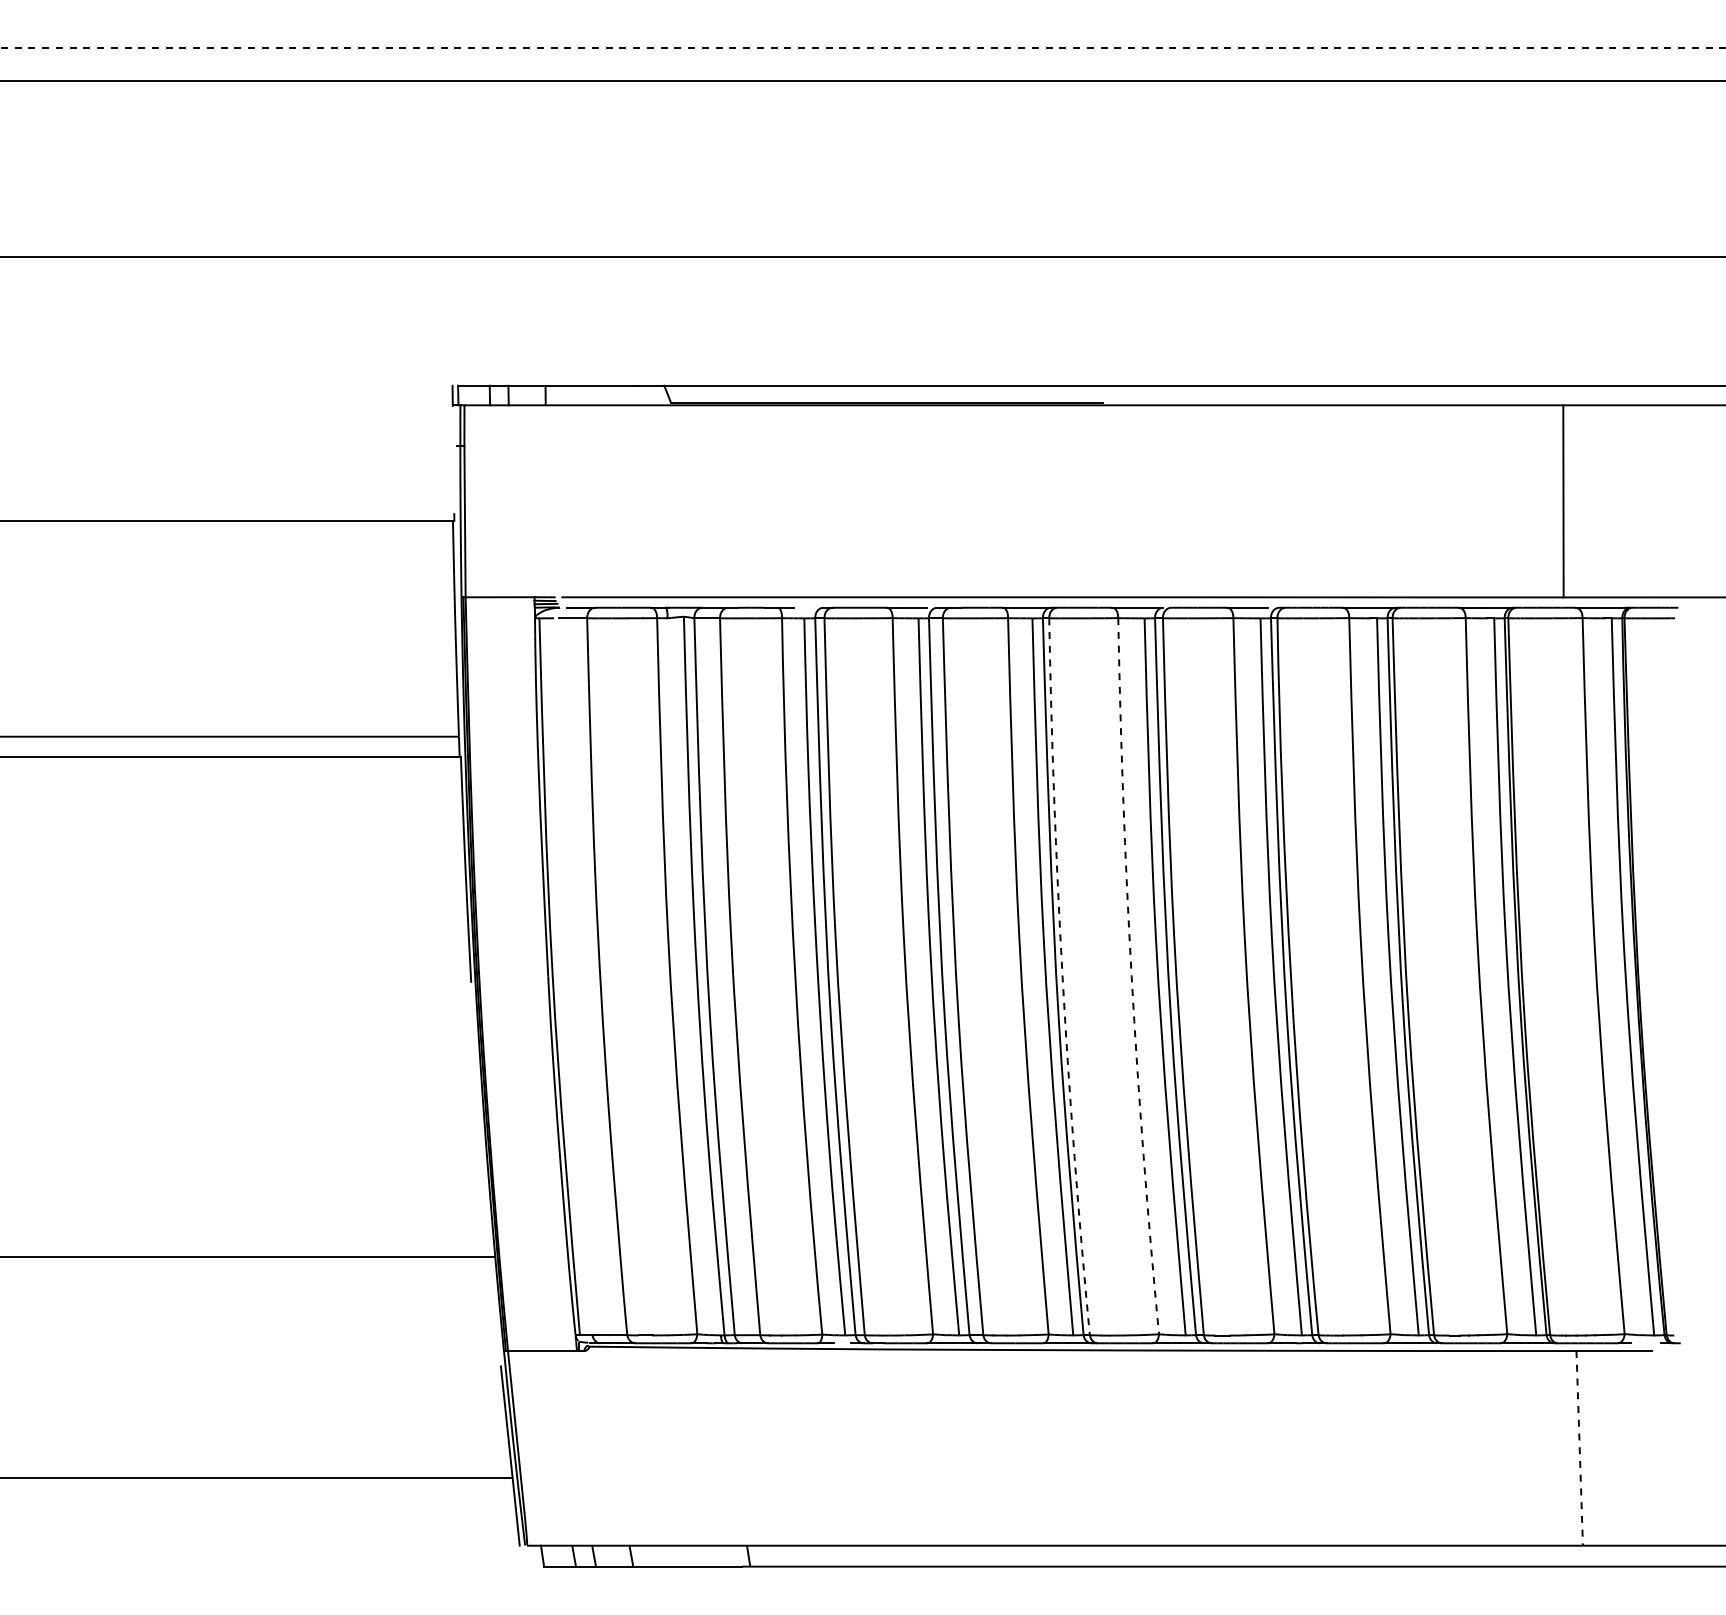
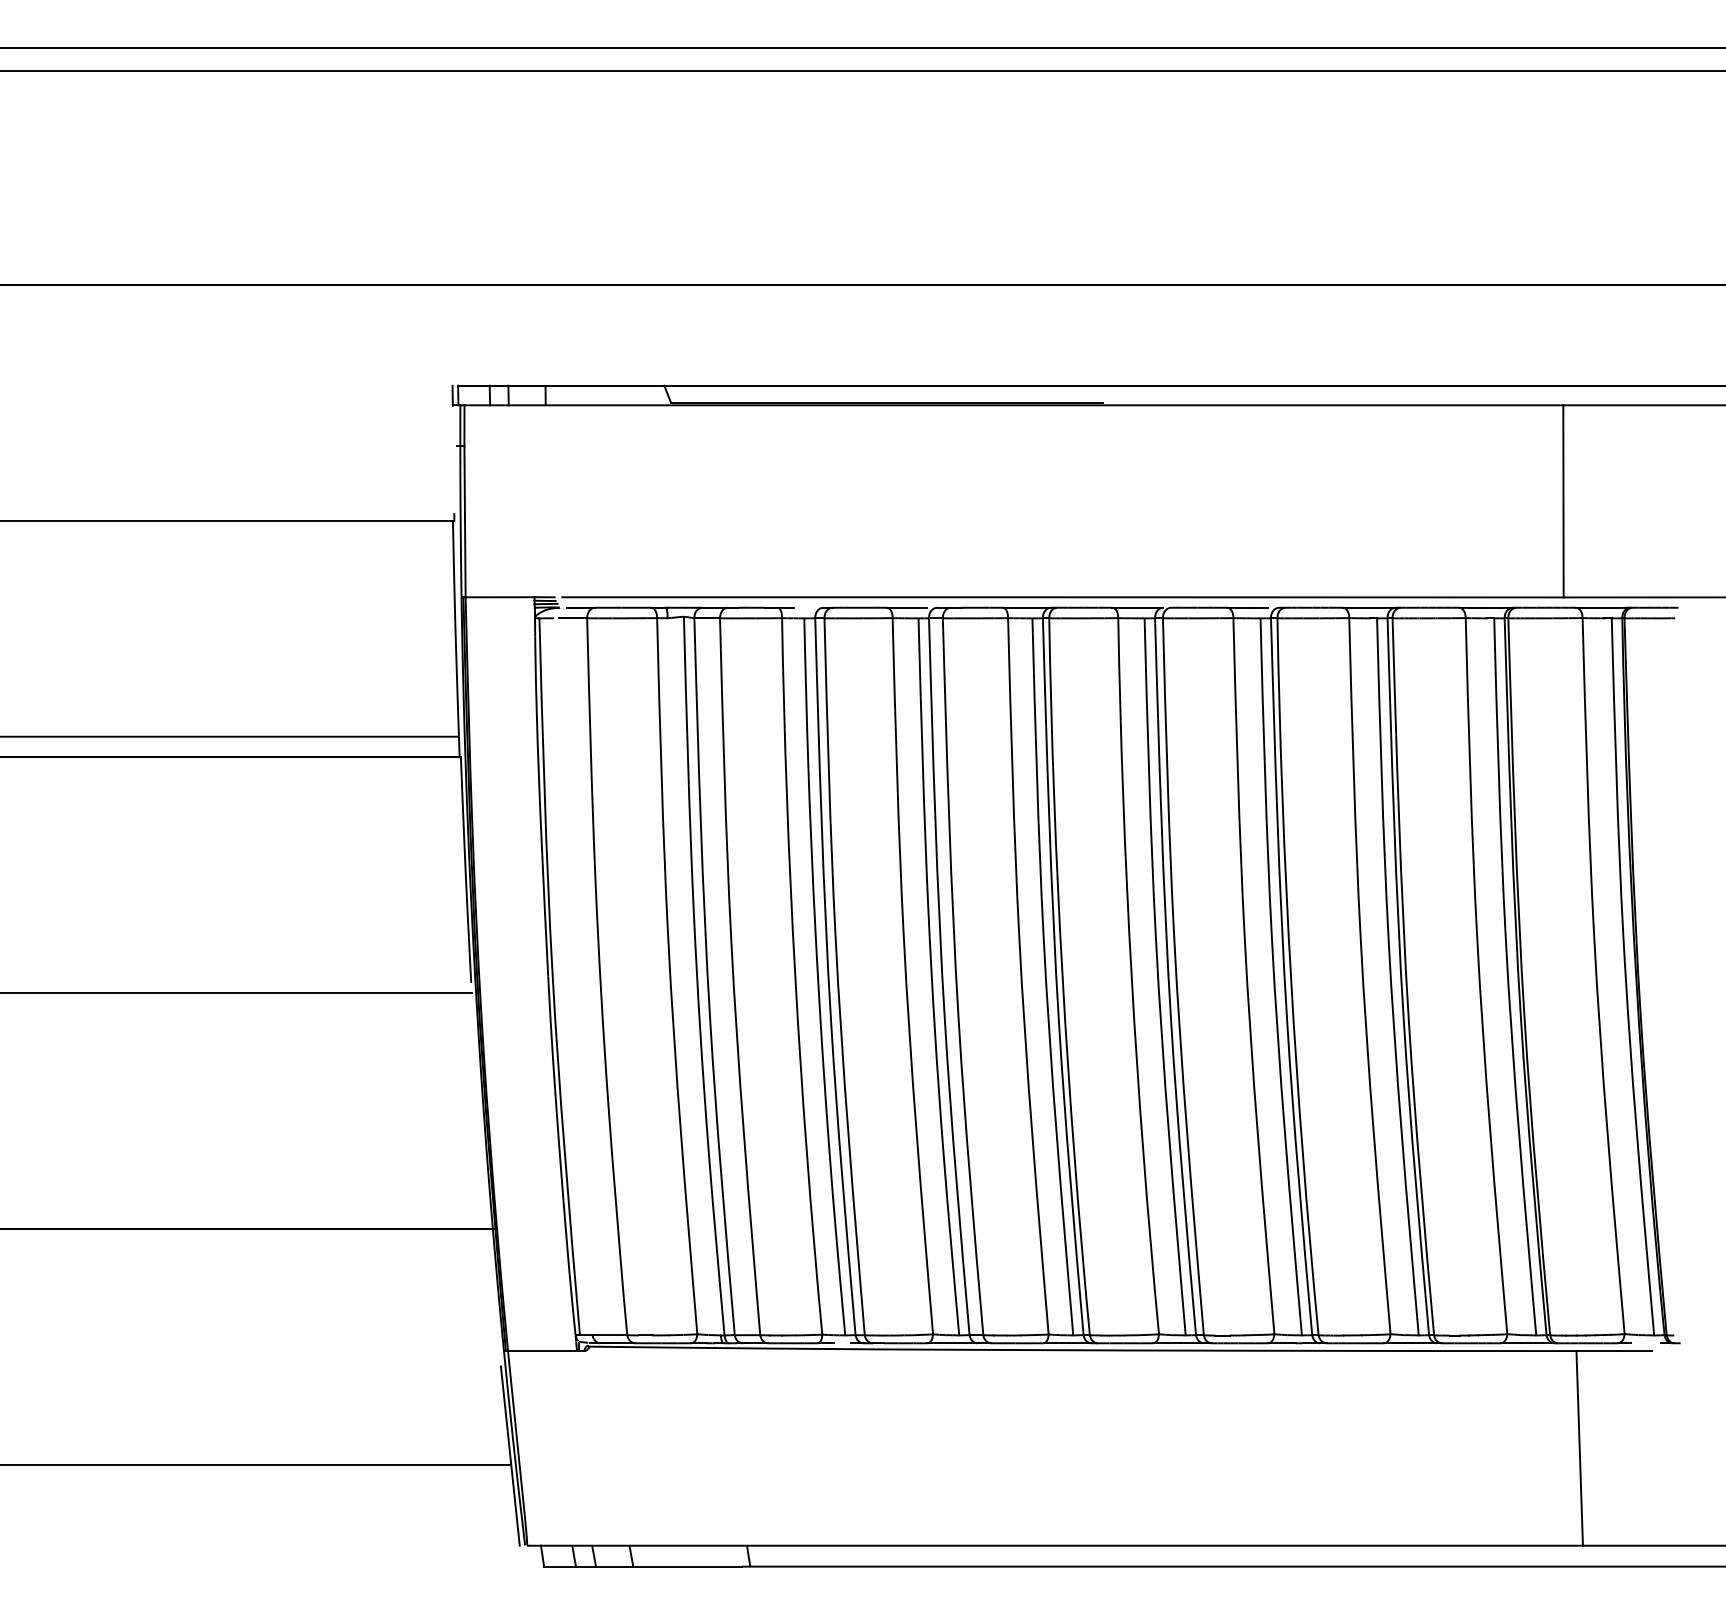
line at (863, 48): dashed -> solid
line at (862, 81) position: (862, 81) -> (862, 71)
line at (862, 256) position: (862, 256) -> (862, 284)
arc at (1131, 976): dashed -> solid
arc at (1062, 977): dashed -> solid
line at (236, 993): none -> present
line at (248, 1257) position: (248, 1257) -> (248, 1229)
line at (1579, 1448): dashed -> solid
line at (256, 1478) position: (256, 1478) -> (256, 1465)
